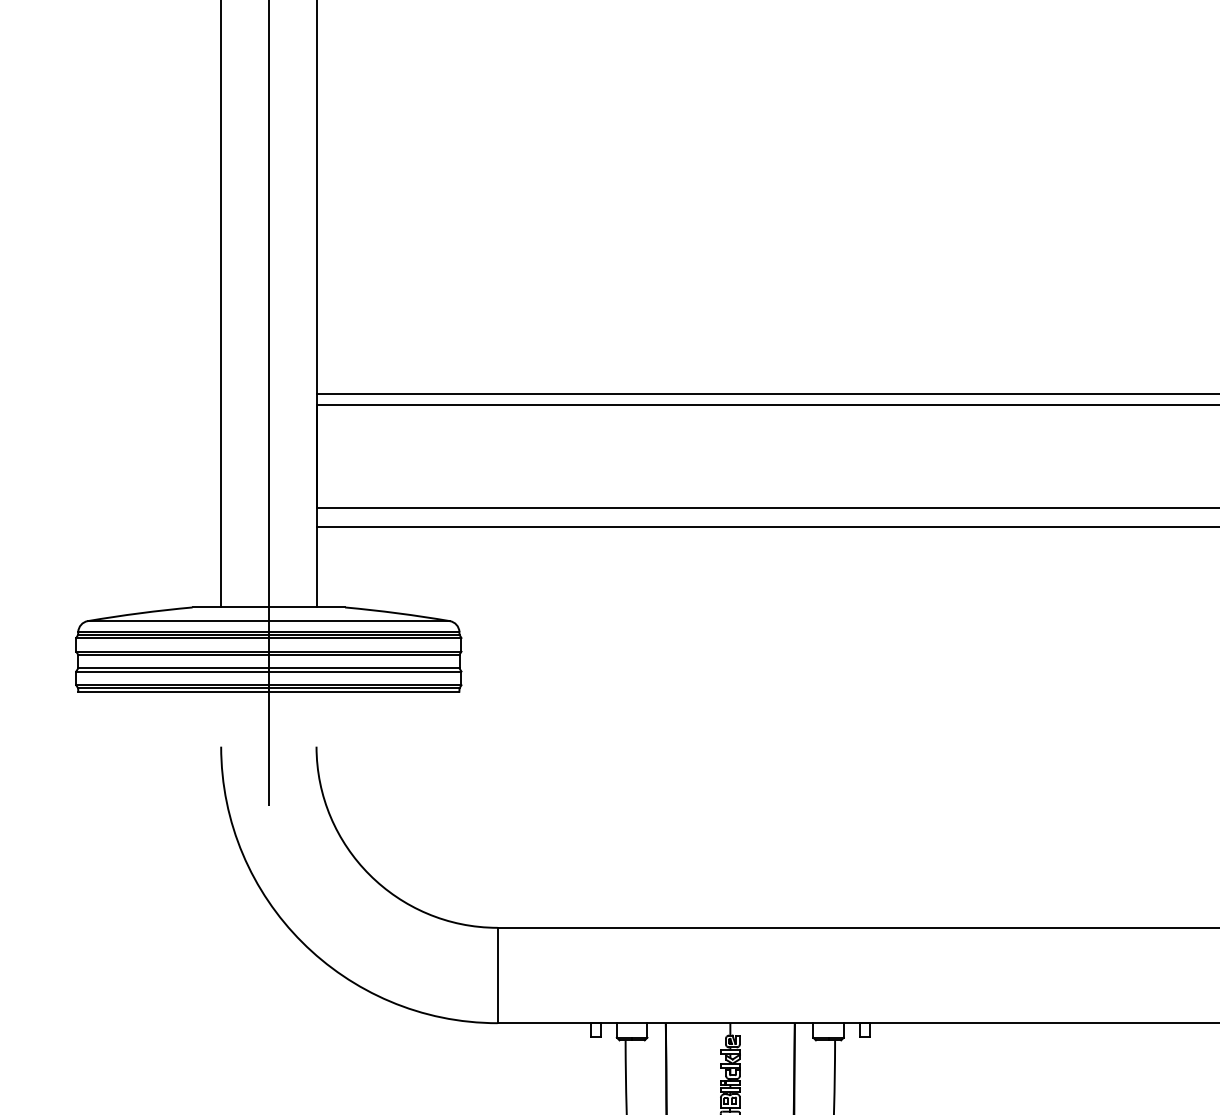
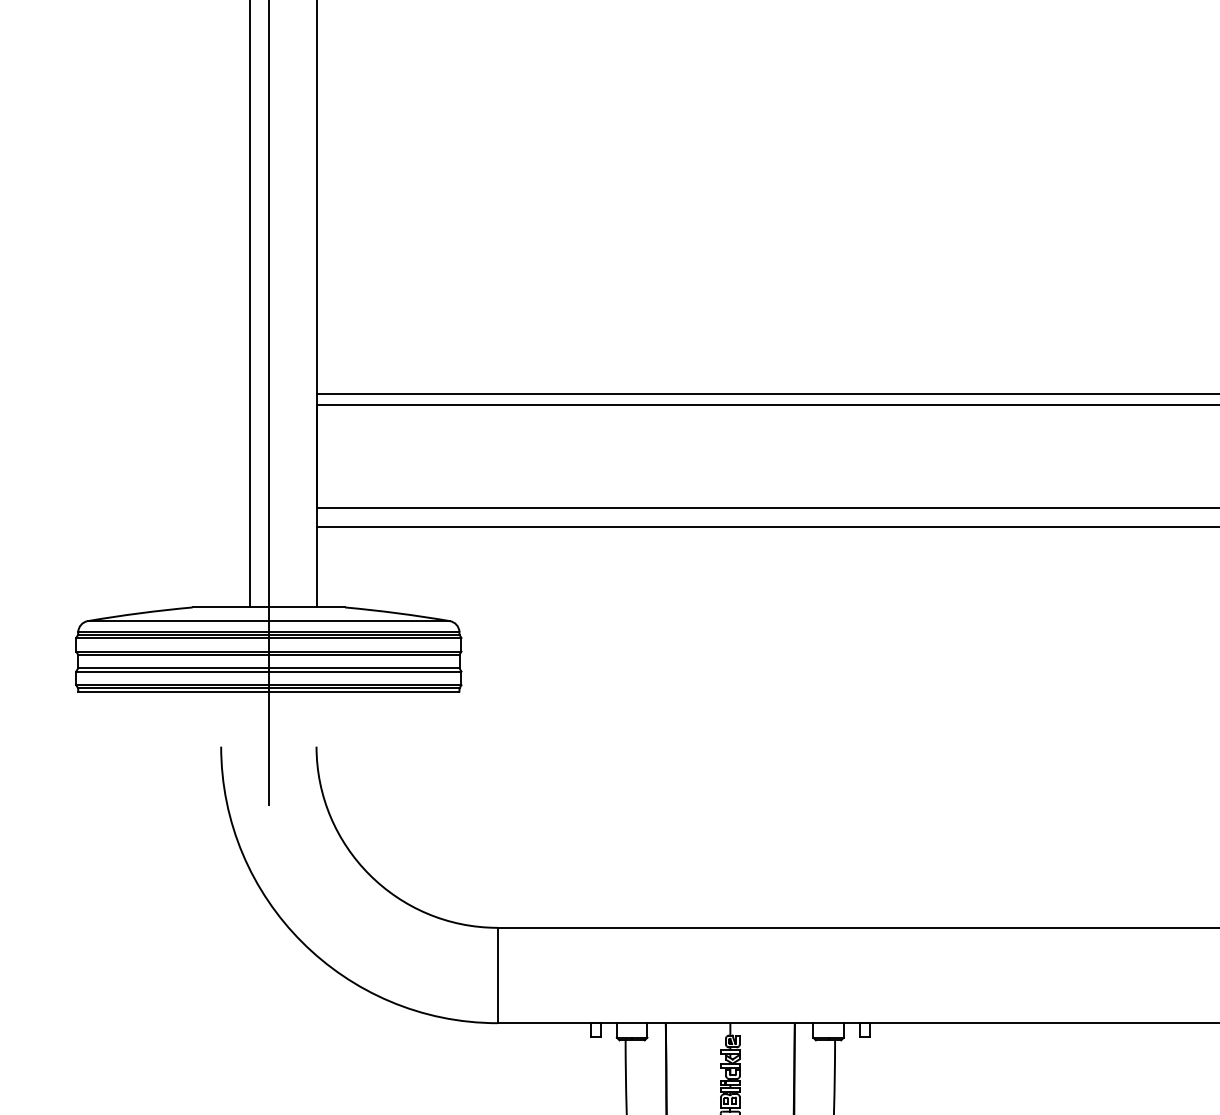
line at (221, 304) position: (221, 304) -> (250, 304)
